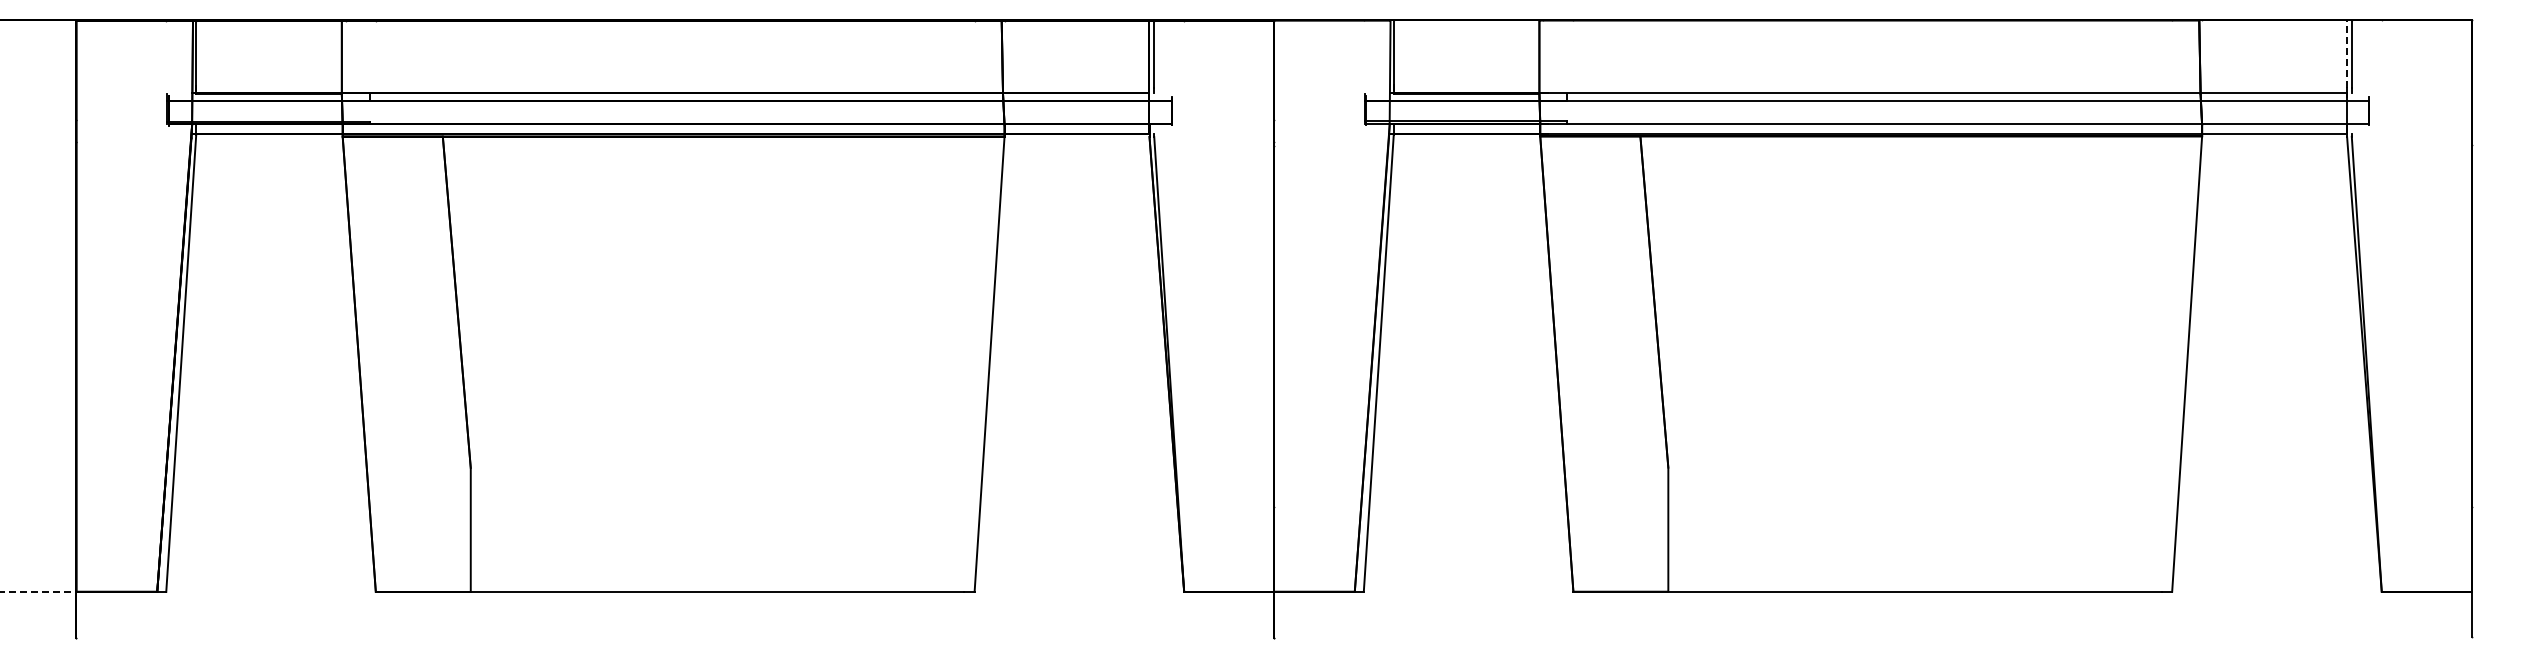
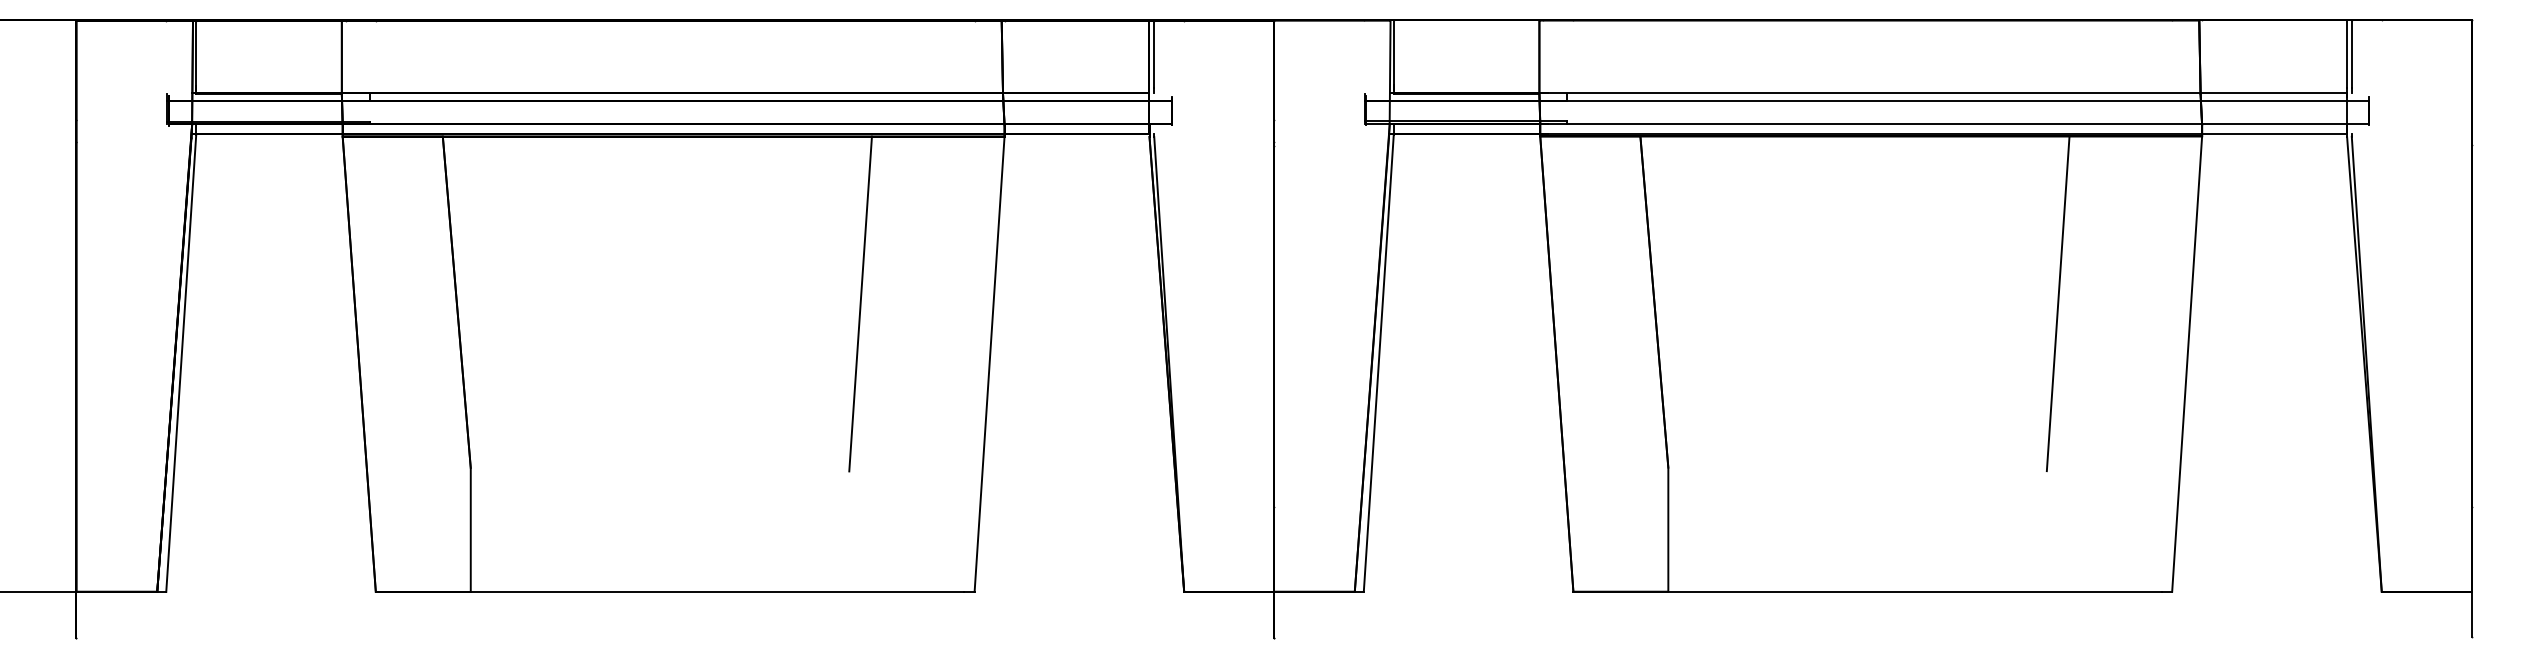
line at (2347, 54): dashed -> solid
line at (860, 303): none -> present
line at (2057, 303): none -> present
line at (38, 591): dashed -> solid
